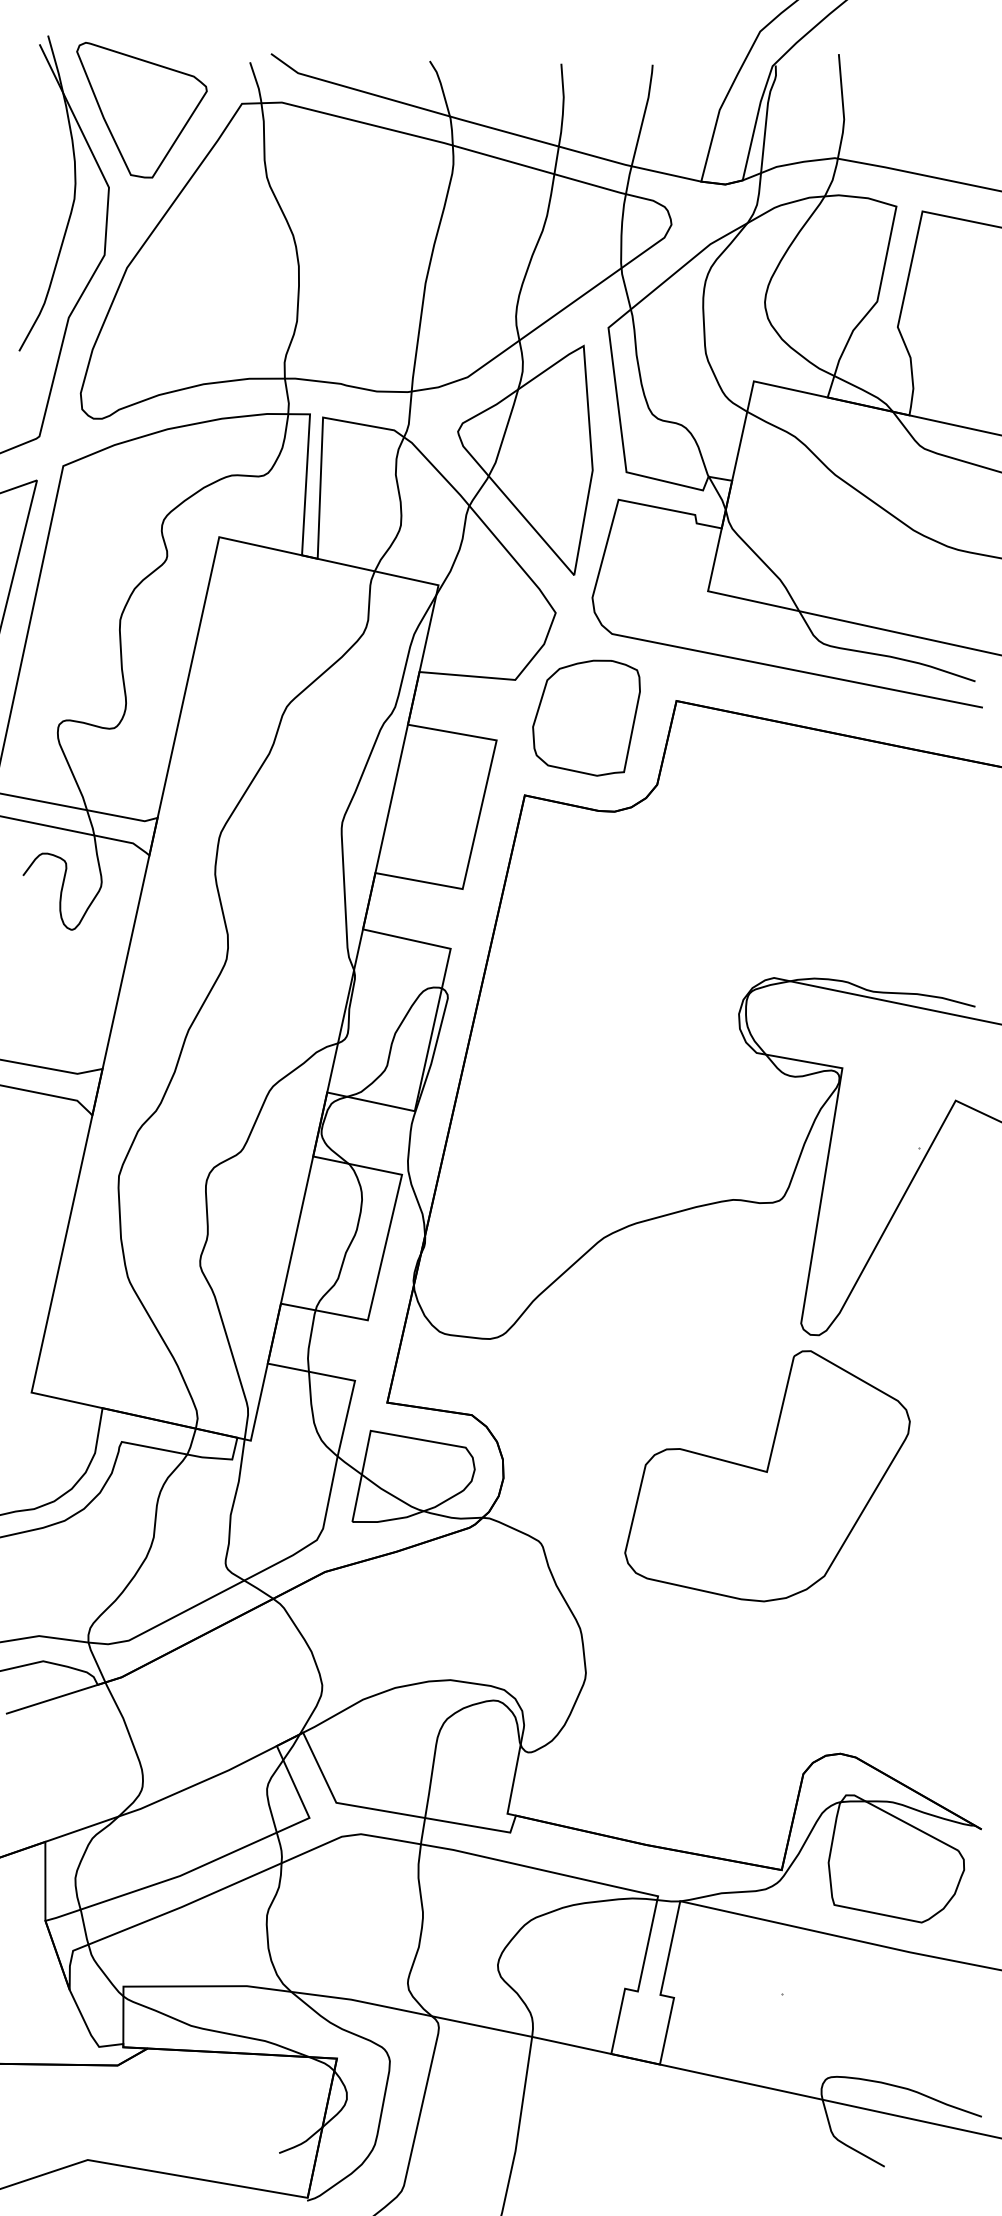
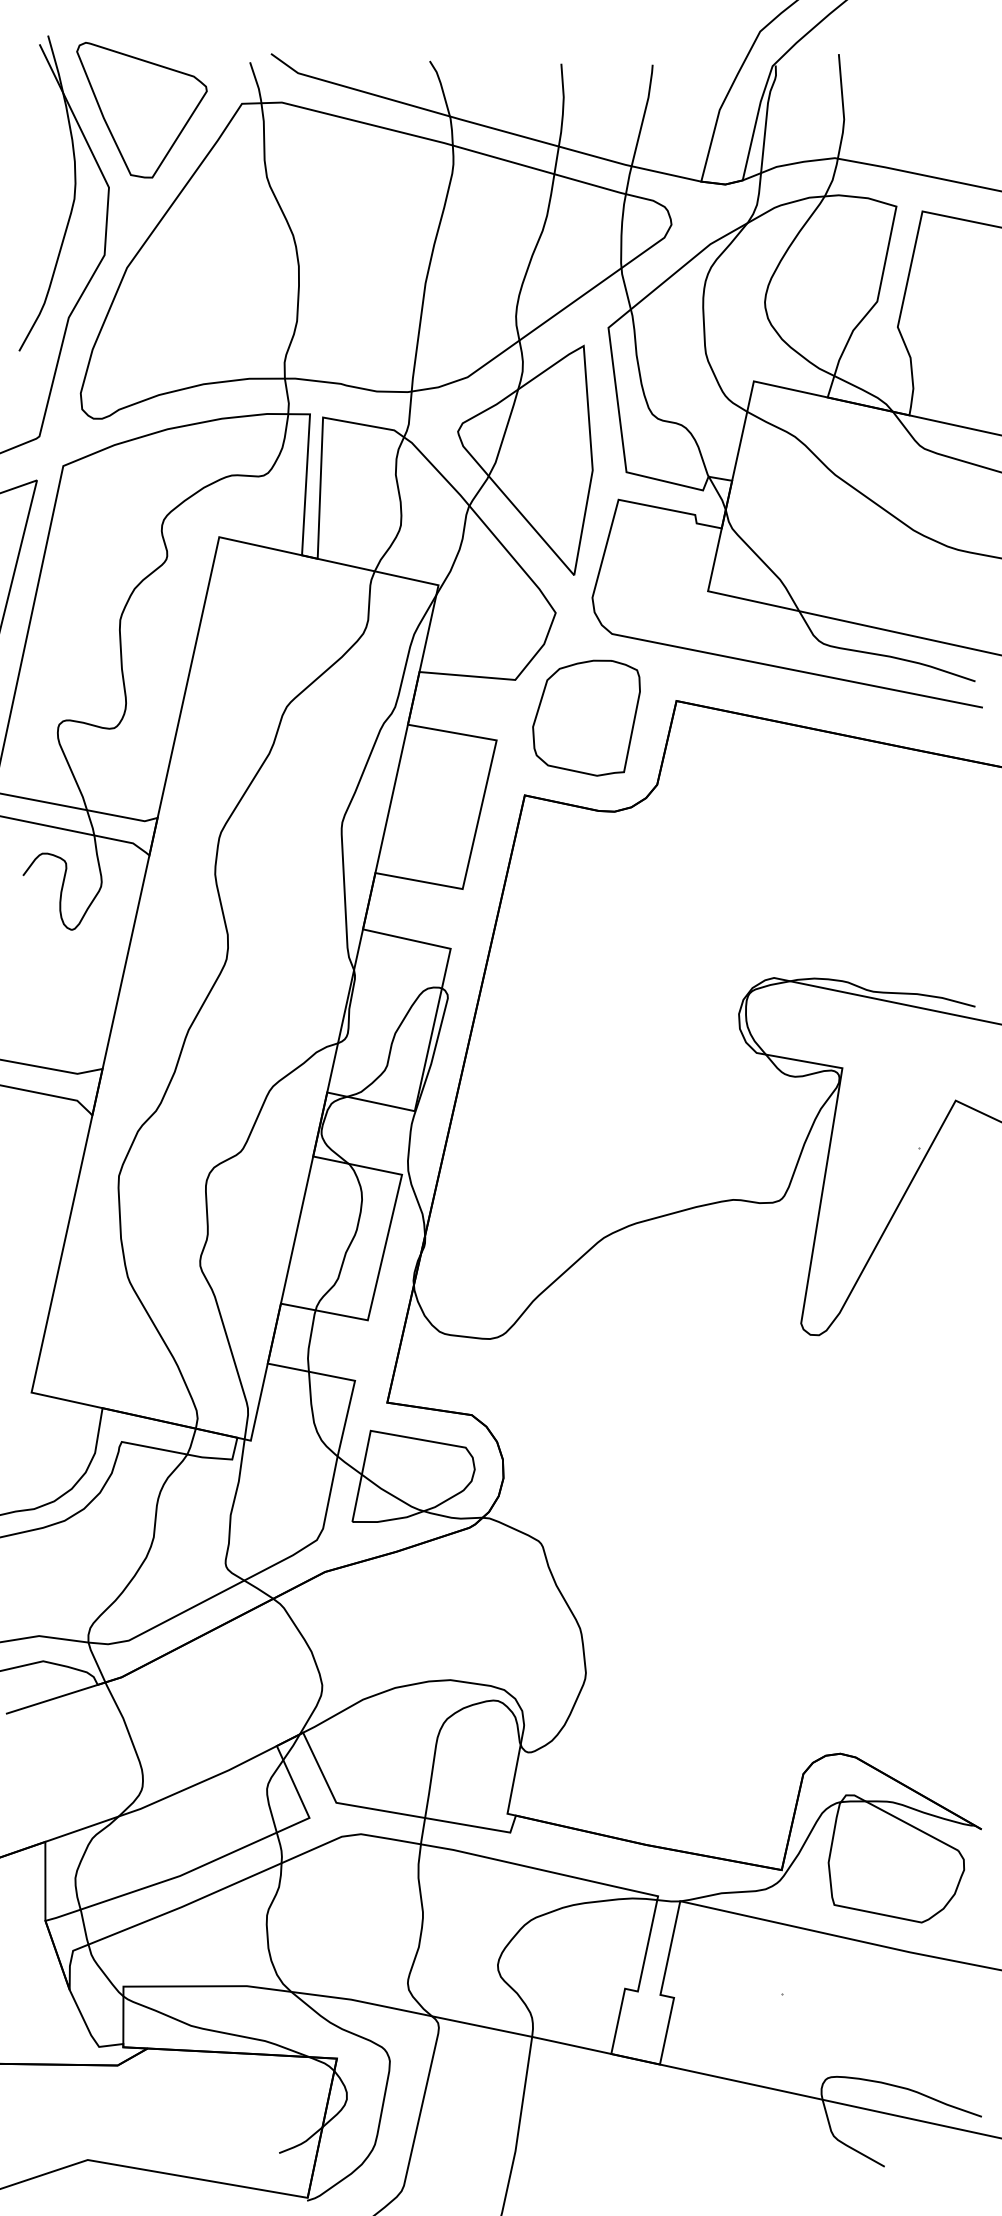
part at (767, 1476): present -> none
